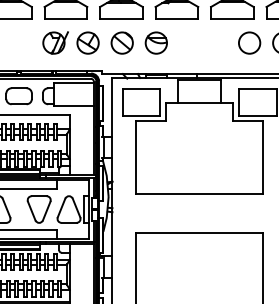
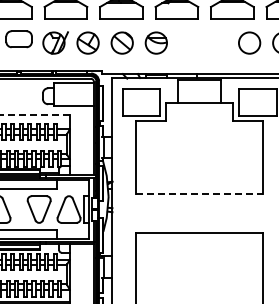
part at (18, 96) position: (18, 96) -> (18, 39)
line at (35, 114): solid -> dashed
line at (199, 194): solid -> dashed
